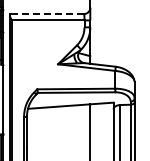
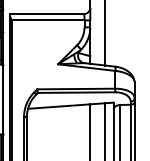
line at (47, 14): dashed -> solid
line at (105, 33): none -> present
line at (105, 130): none -> present
